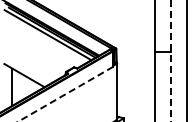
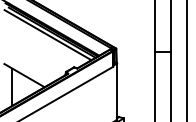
line at (170, 61): dashed -> solid
line at (65, 94): dashed -> solid
